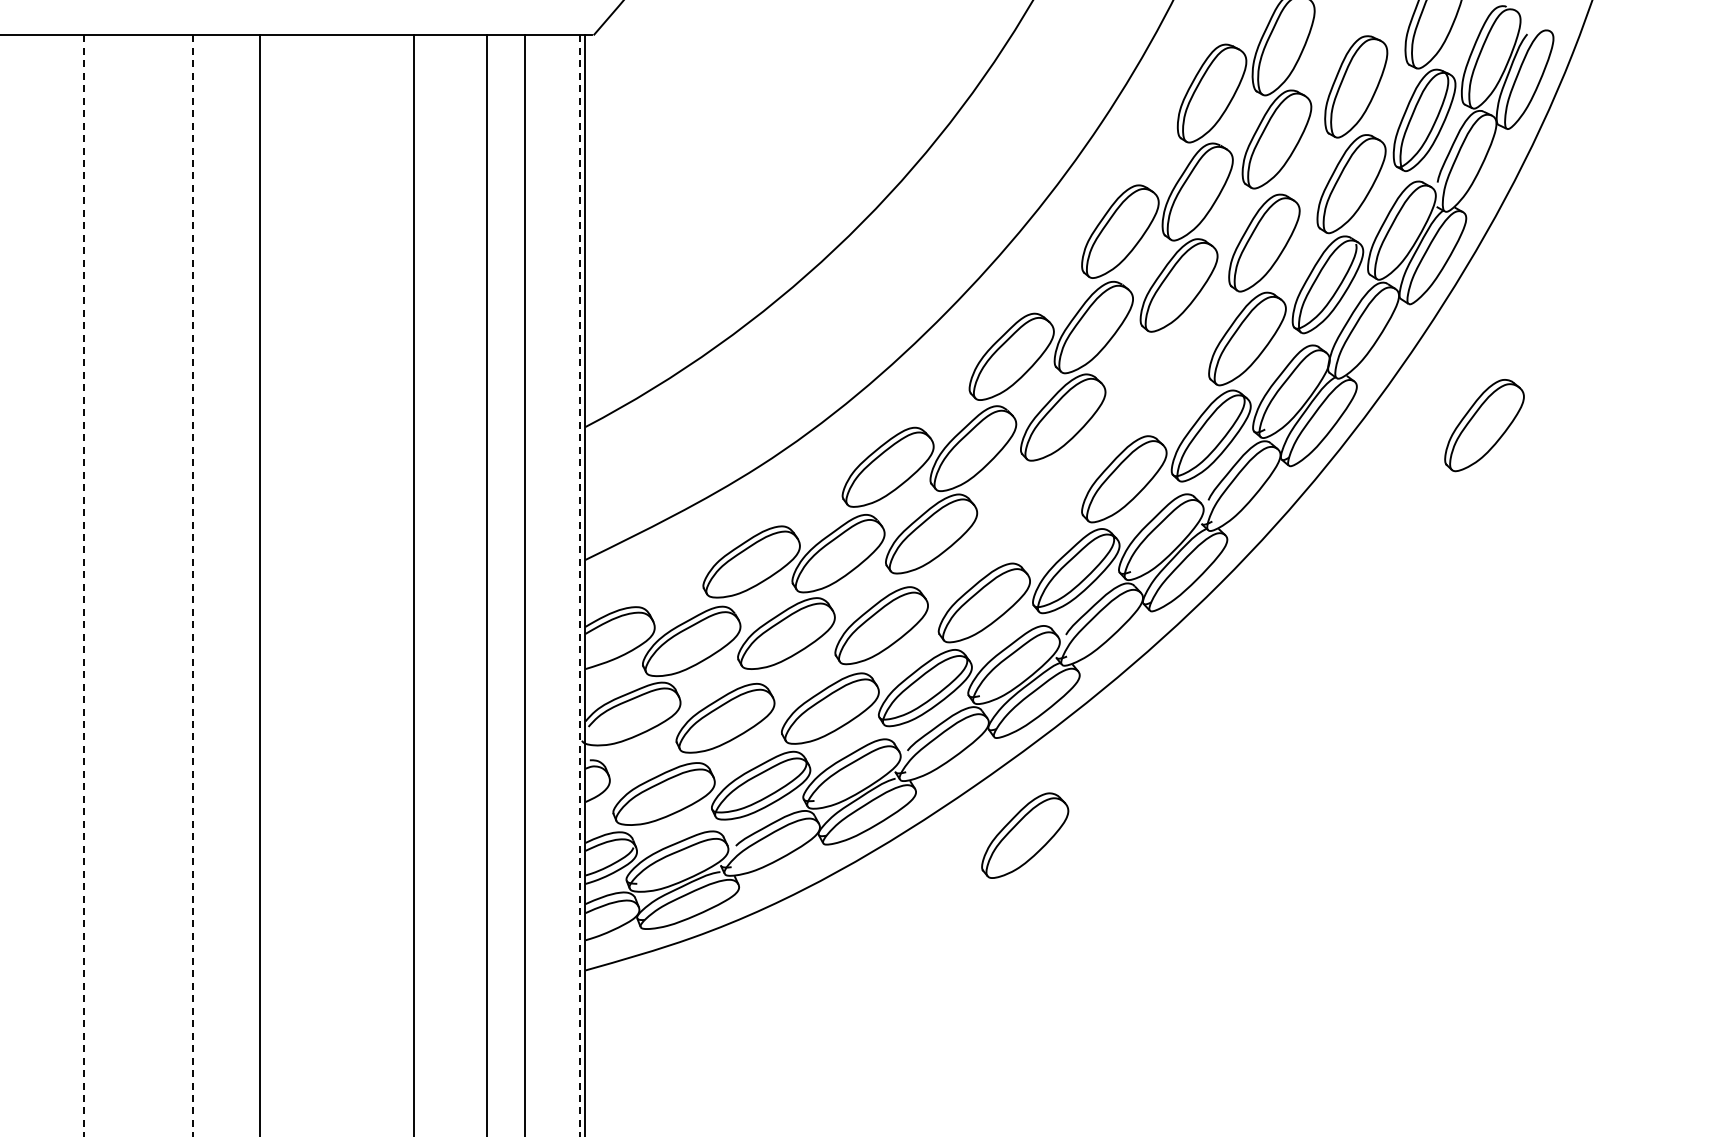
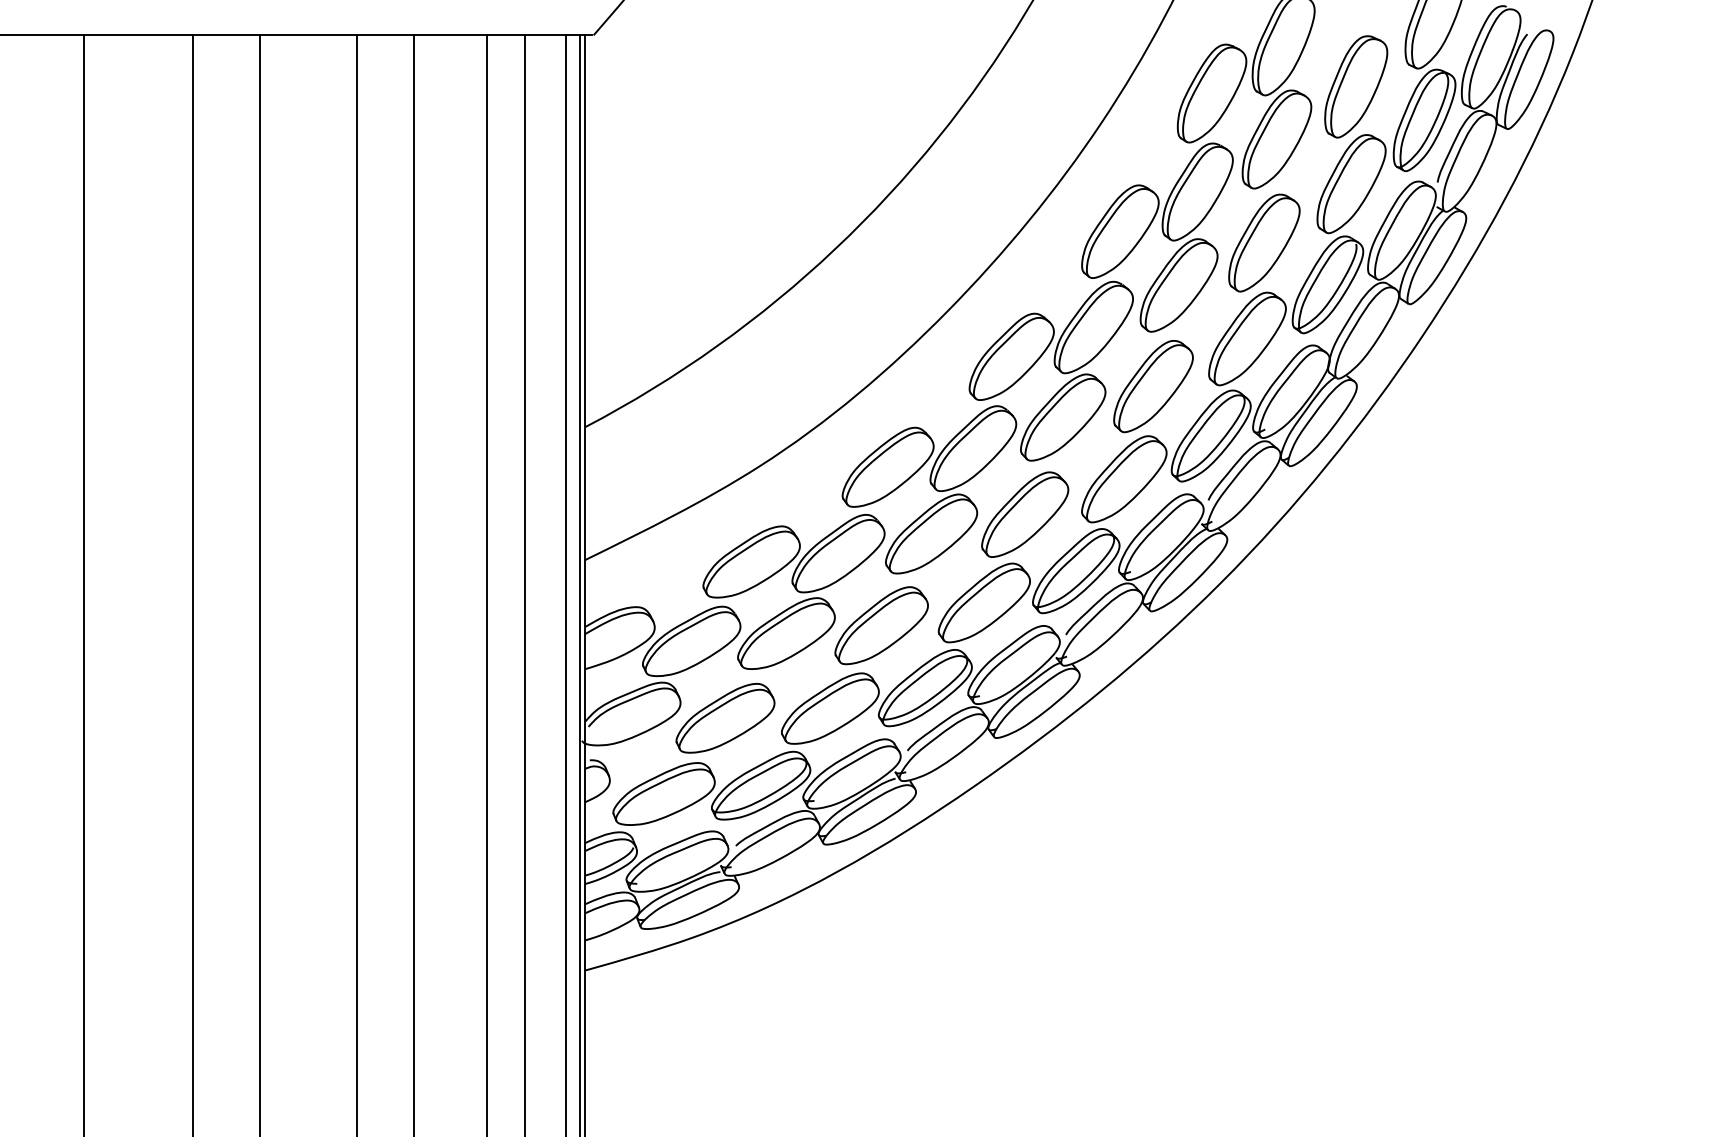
part at (1484, 425) position: (1484, 425) -> (1153, 386)
line at (357, 584): none -> present
line at (565, 584): none -> present
line at (84, 586): dashed -> solid
line at (192, 586): dashed -> solid
line at (580, 586): dashed -> solid
part at (1025, 835) position: (1025, 835) -> (1025, 514)
